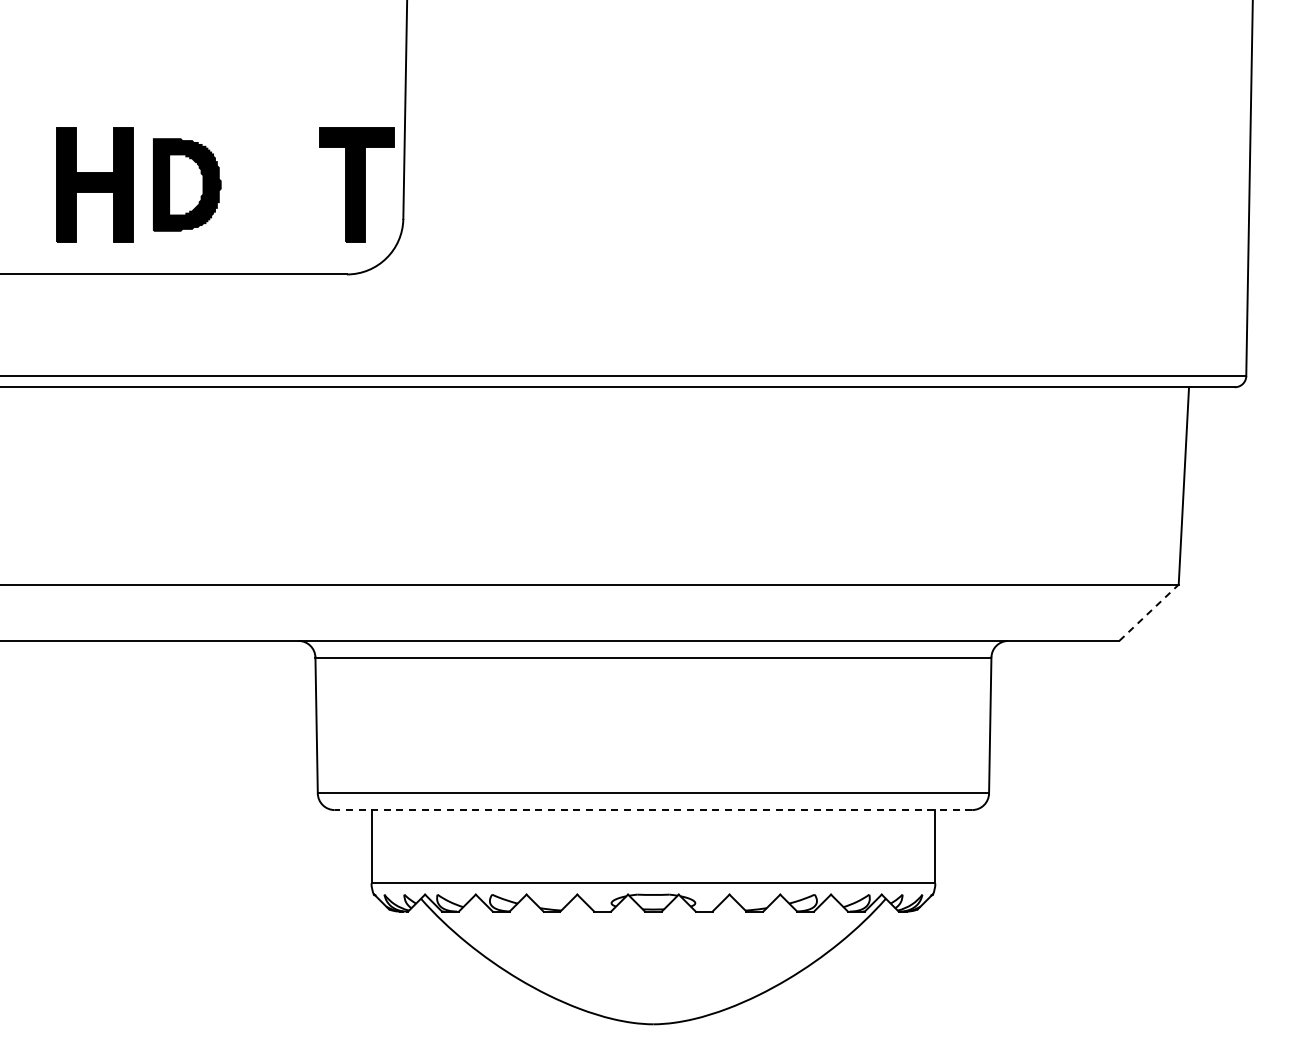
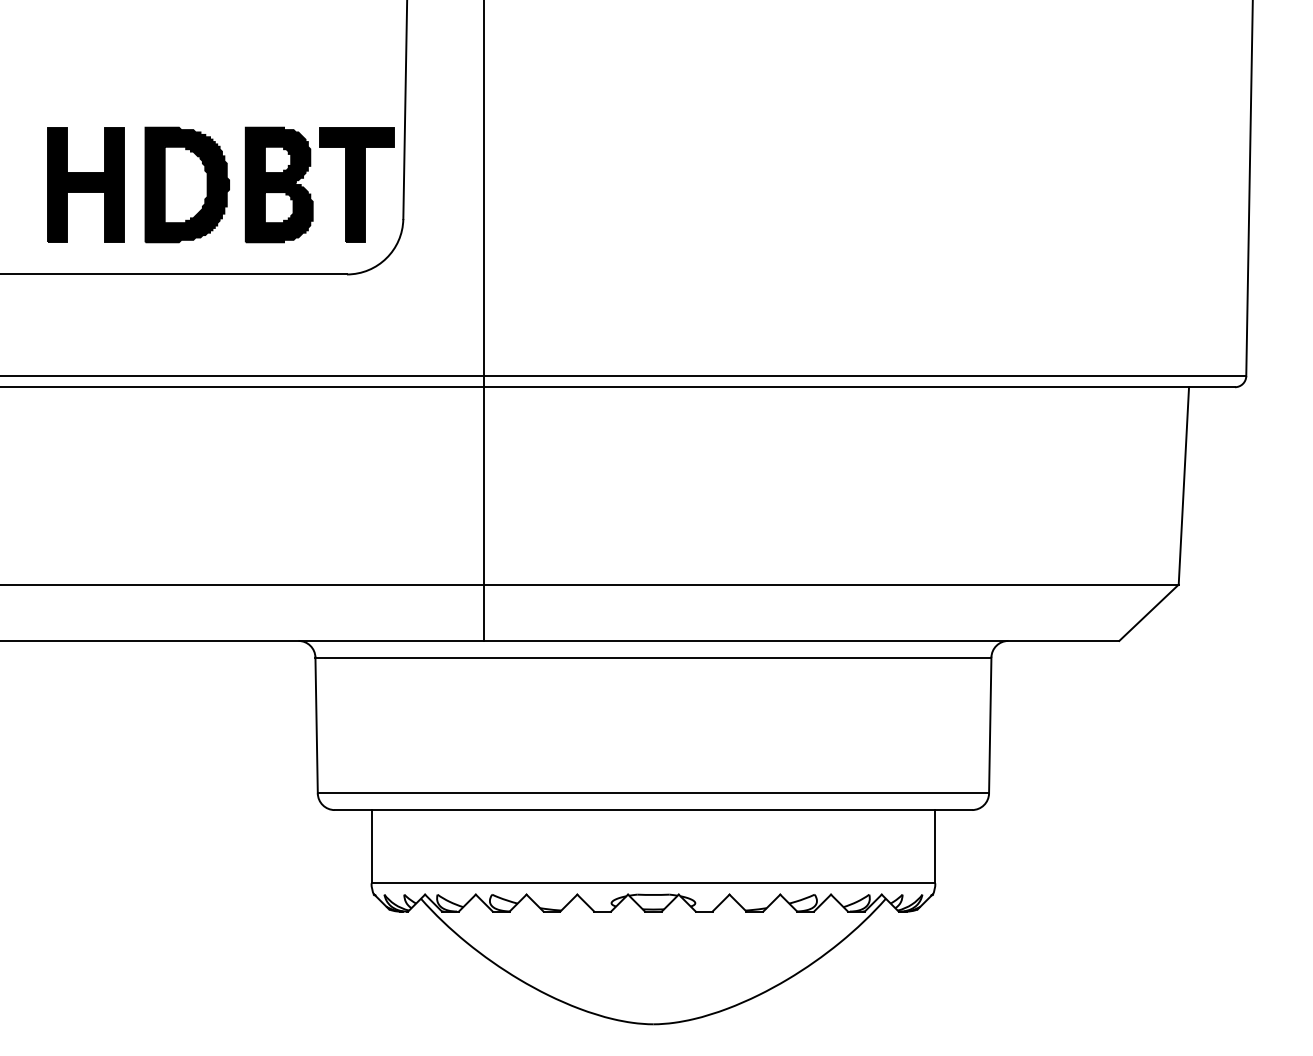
part at (94, 184) position: (94, 184) -> (85, 184)
part at (187, 184) size: 69x94 px -> 86x118 px
part at (278, 184): none -> present
line at (484, 321): none -> present
line at (1149, 612): dashed -> solid
line at (653, 810): dashed -> solid
